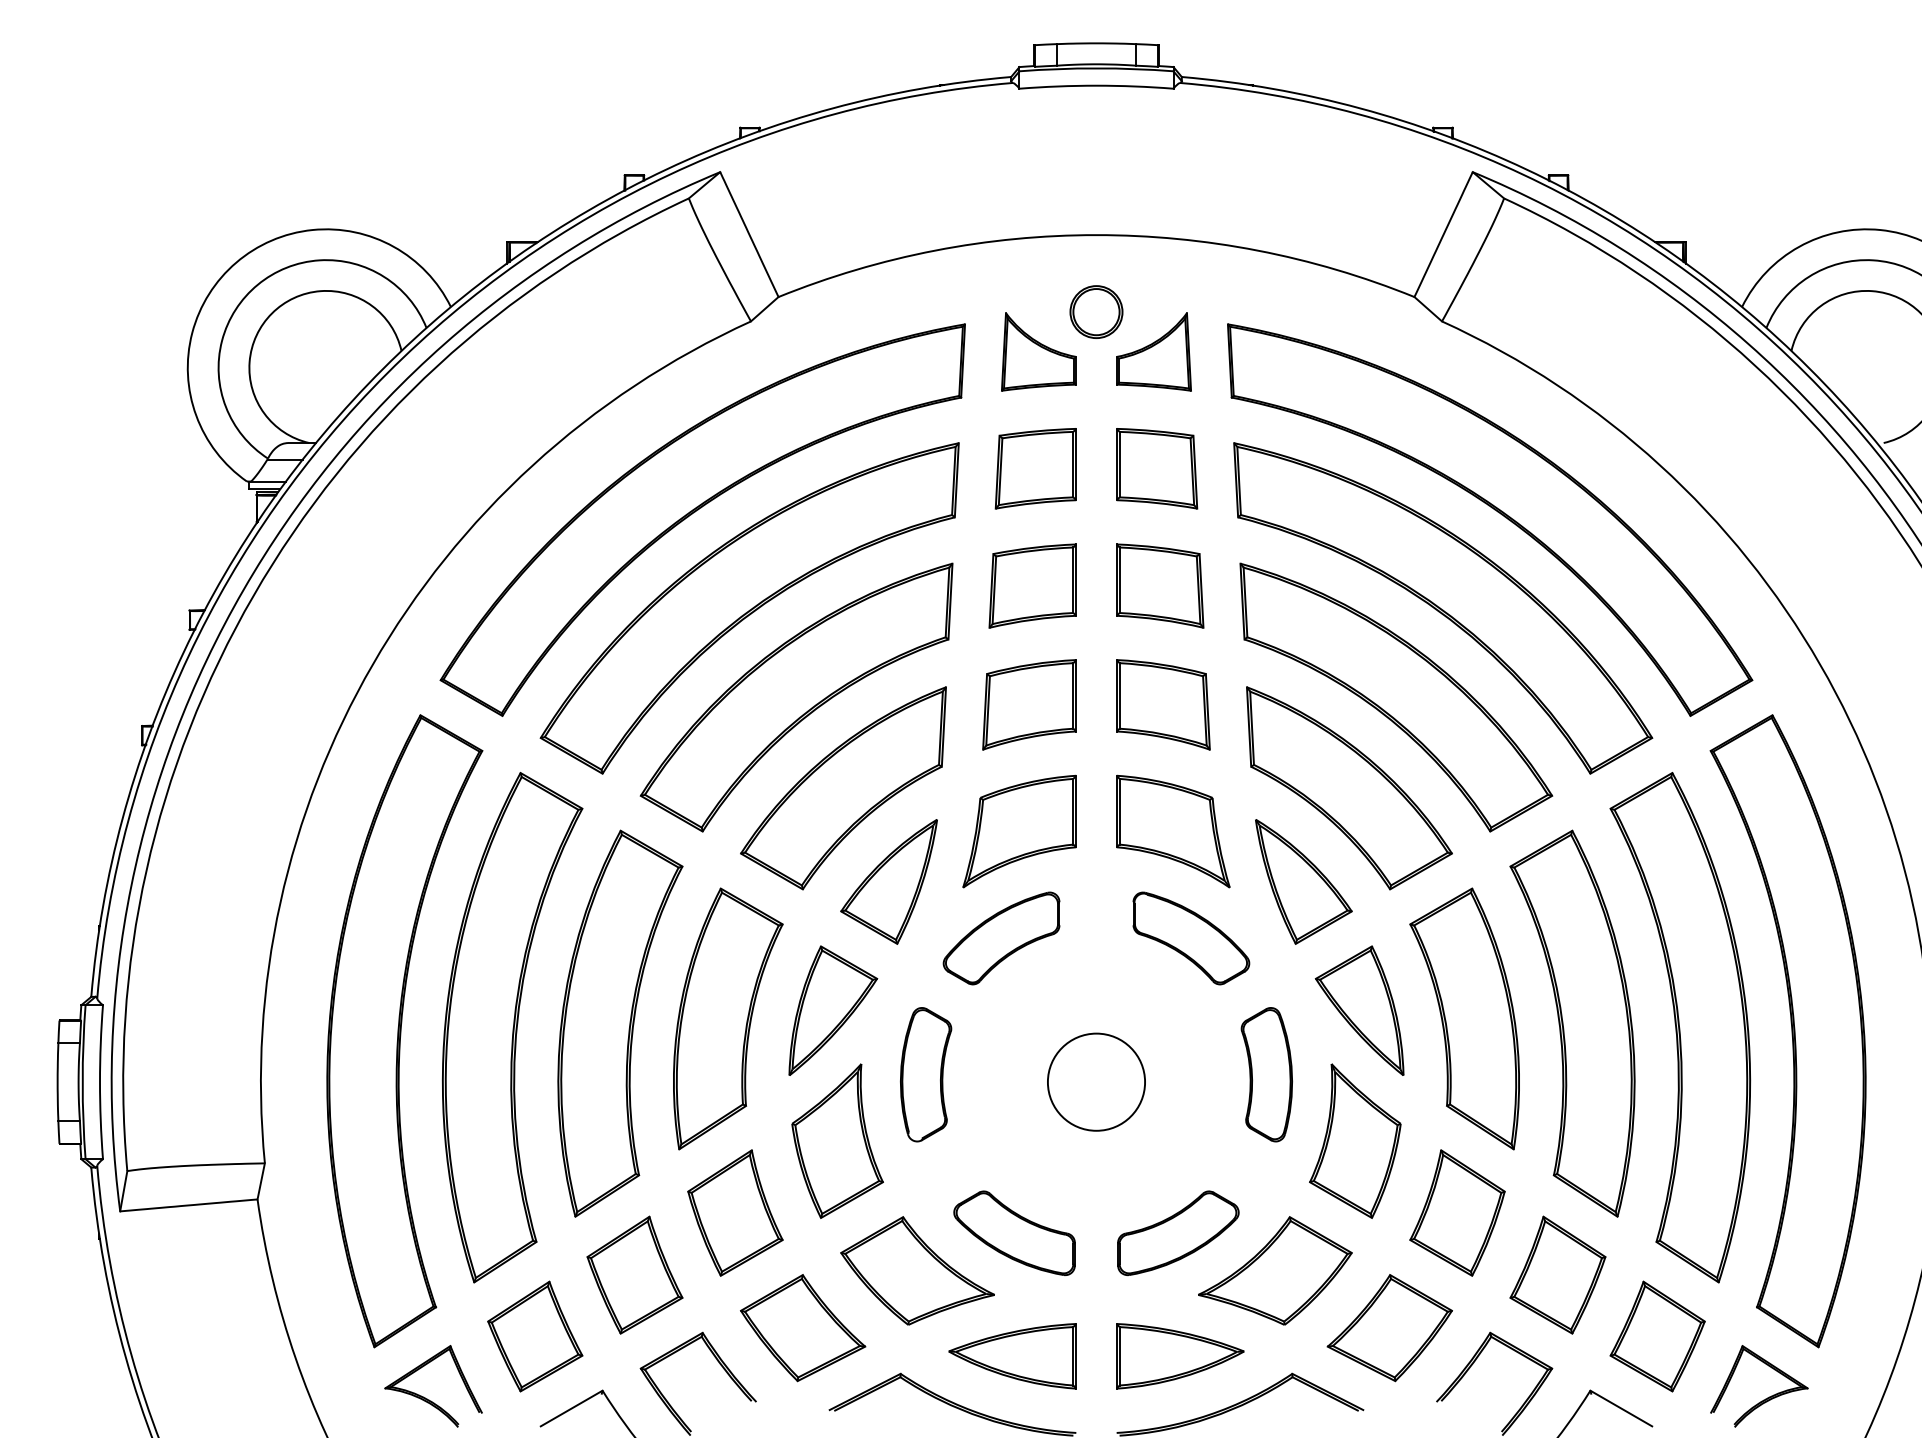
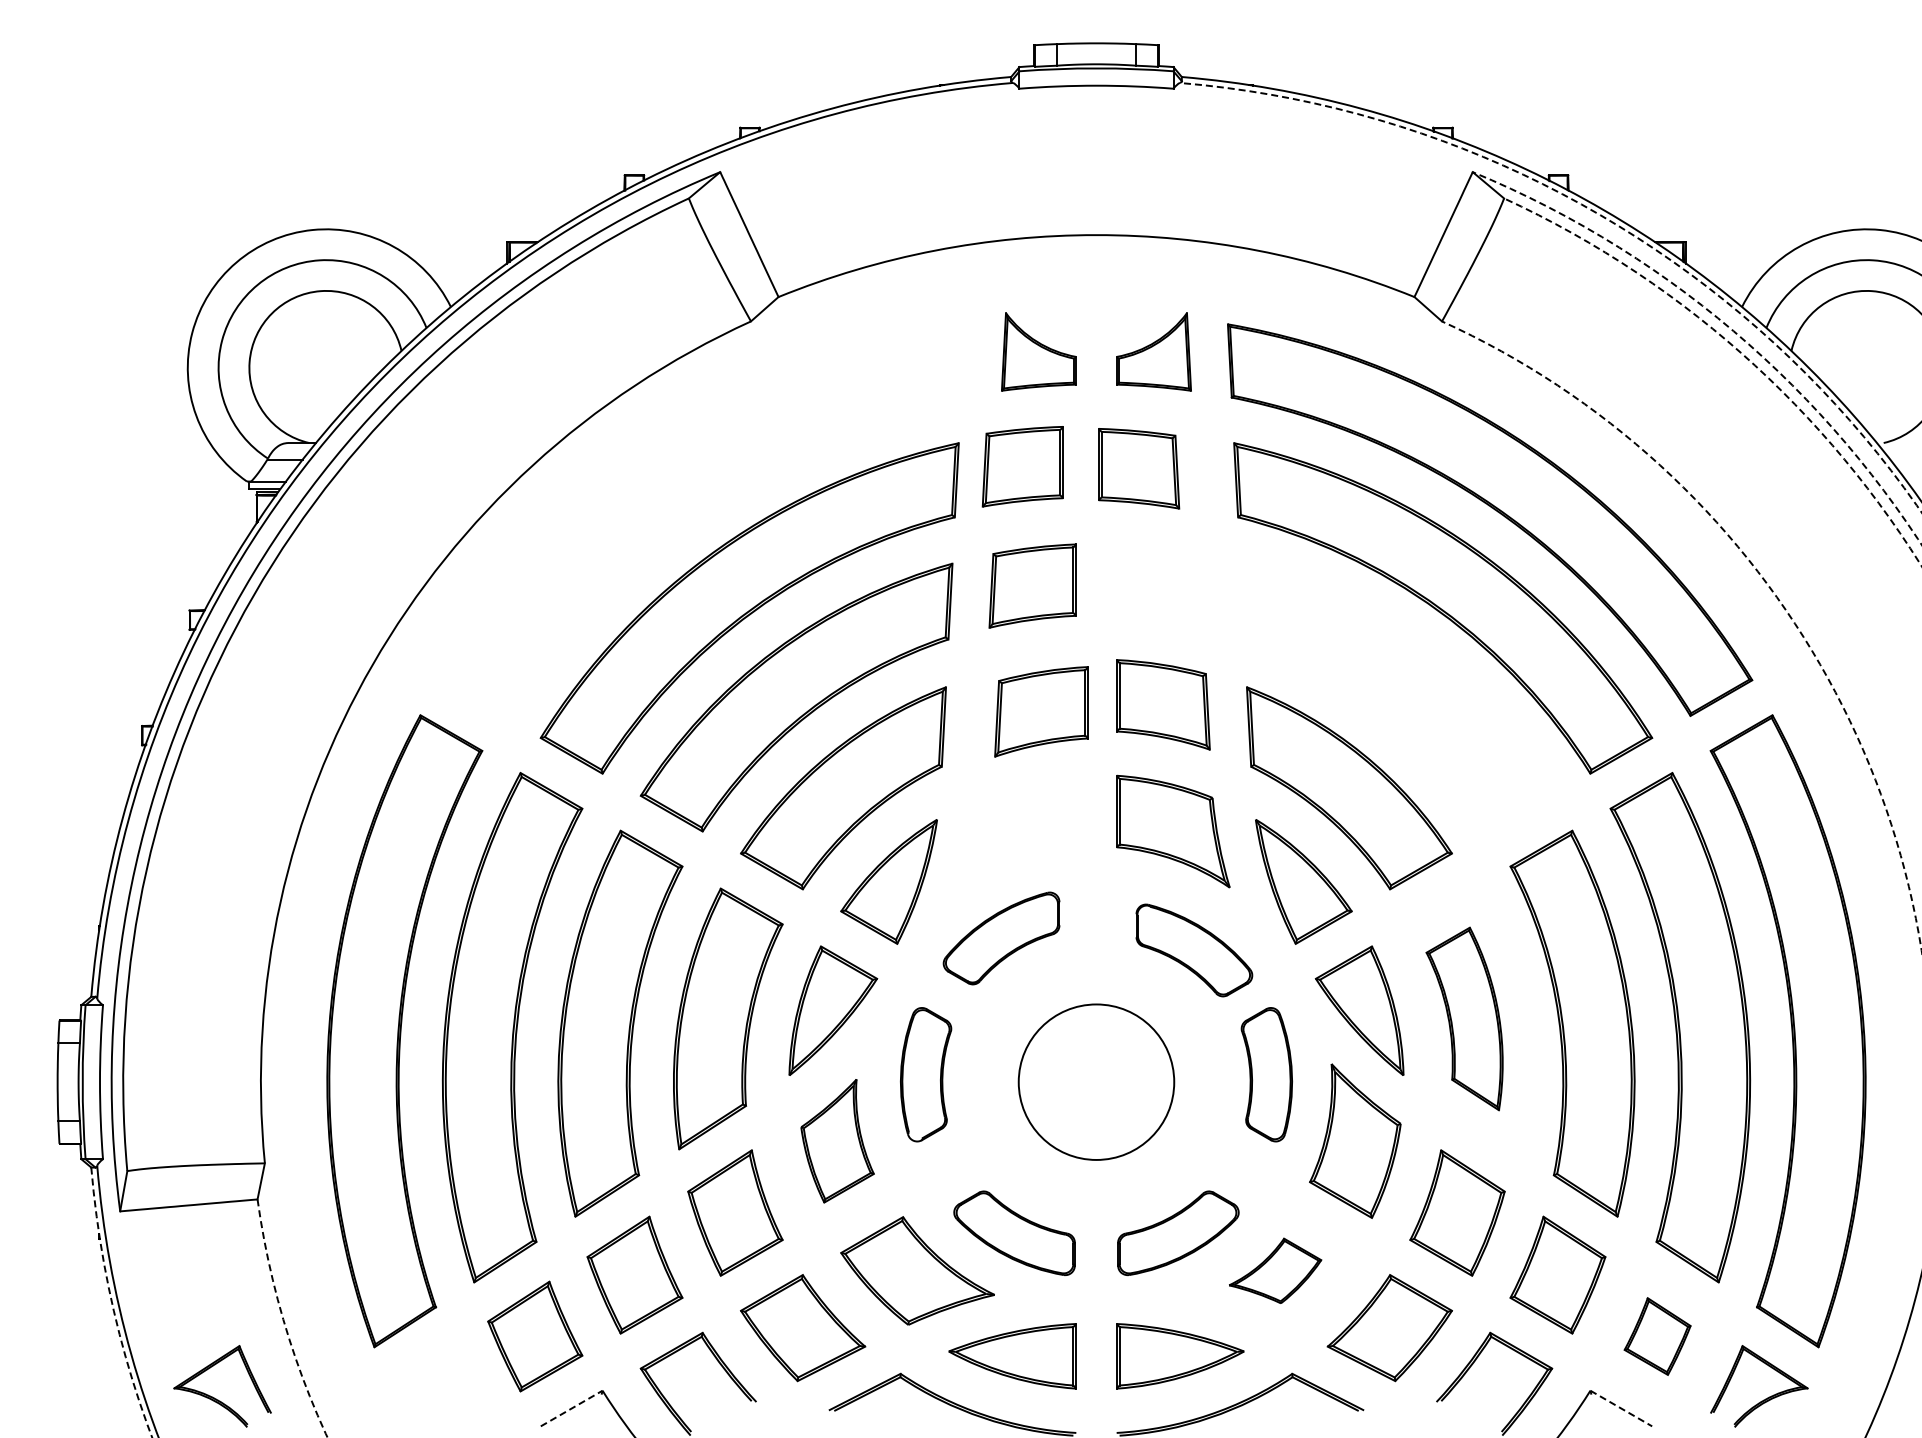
arc at (1599, 214): solid -> dashed
part at (1096, 311): present -> none
arc at (1724, 323): solid -> dashed
arc at (1740, 352): solid -> dashed
part at (1035, 468) position: (1035, 468) -> (1022, 466)
part at (1157, 468) position: (1157, 468) -> (1139, 468)
part at (698, 510): present -> none
arc at (1759, 573): solid -> dashed
part at (1160, 585): present -> none
part at (1396, 697): present -> none
part at (1029, 704) position: (1029, 704) -> (1041, 711)
part at (1019, 831): present -> none
part at (1191, 938) position: (1191, 938) -> (1194, 950)
part at (1464, 1018) size: 111x264 px -> 79x186 px
circle at (1096, 1081) diameter: 97 px -> 155 px
part at (837, 1140) size: 93x156 px -> 75x125 px
part at (1275, 1270) size: 155x110 px -> 94x67 px
arc at (112, 1304): solid -> dashed
arc at (283, 1321): solid -> dashed
part at (1657, 1336) size: 97x113 px -> 69x79 px
part at (427, 1398) position: (427, 1398) -> (216, 1398)
line at (571, 1408): solid -> dashed
line at (1621, 1408): solid -> dashed
